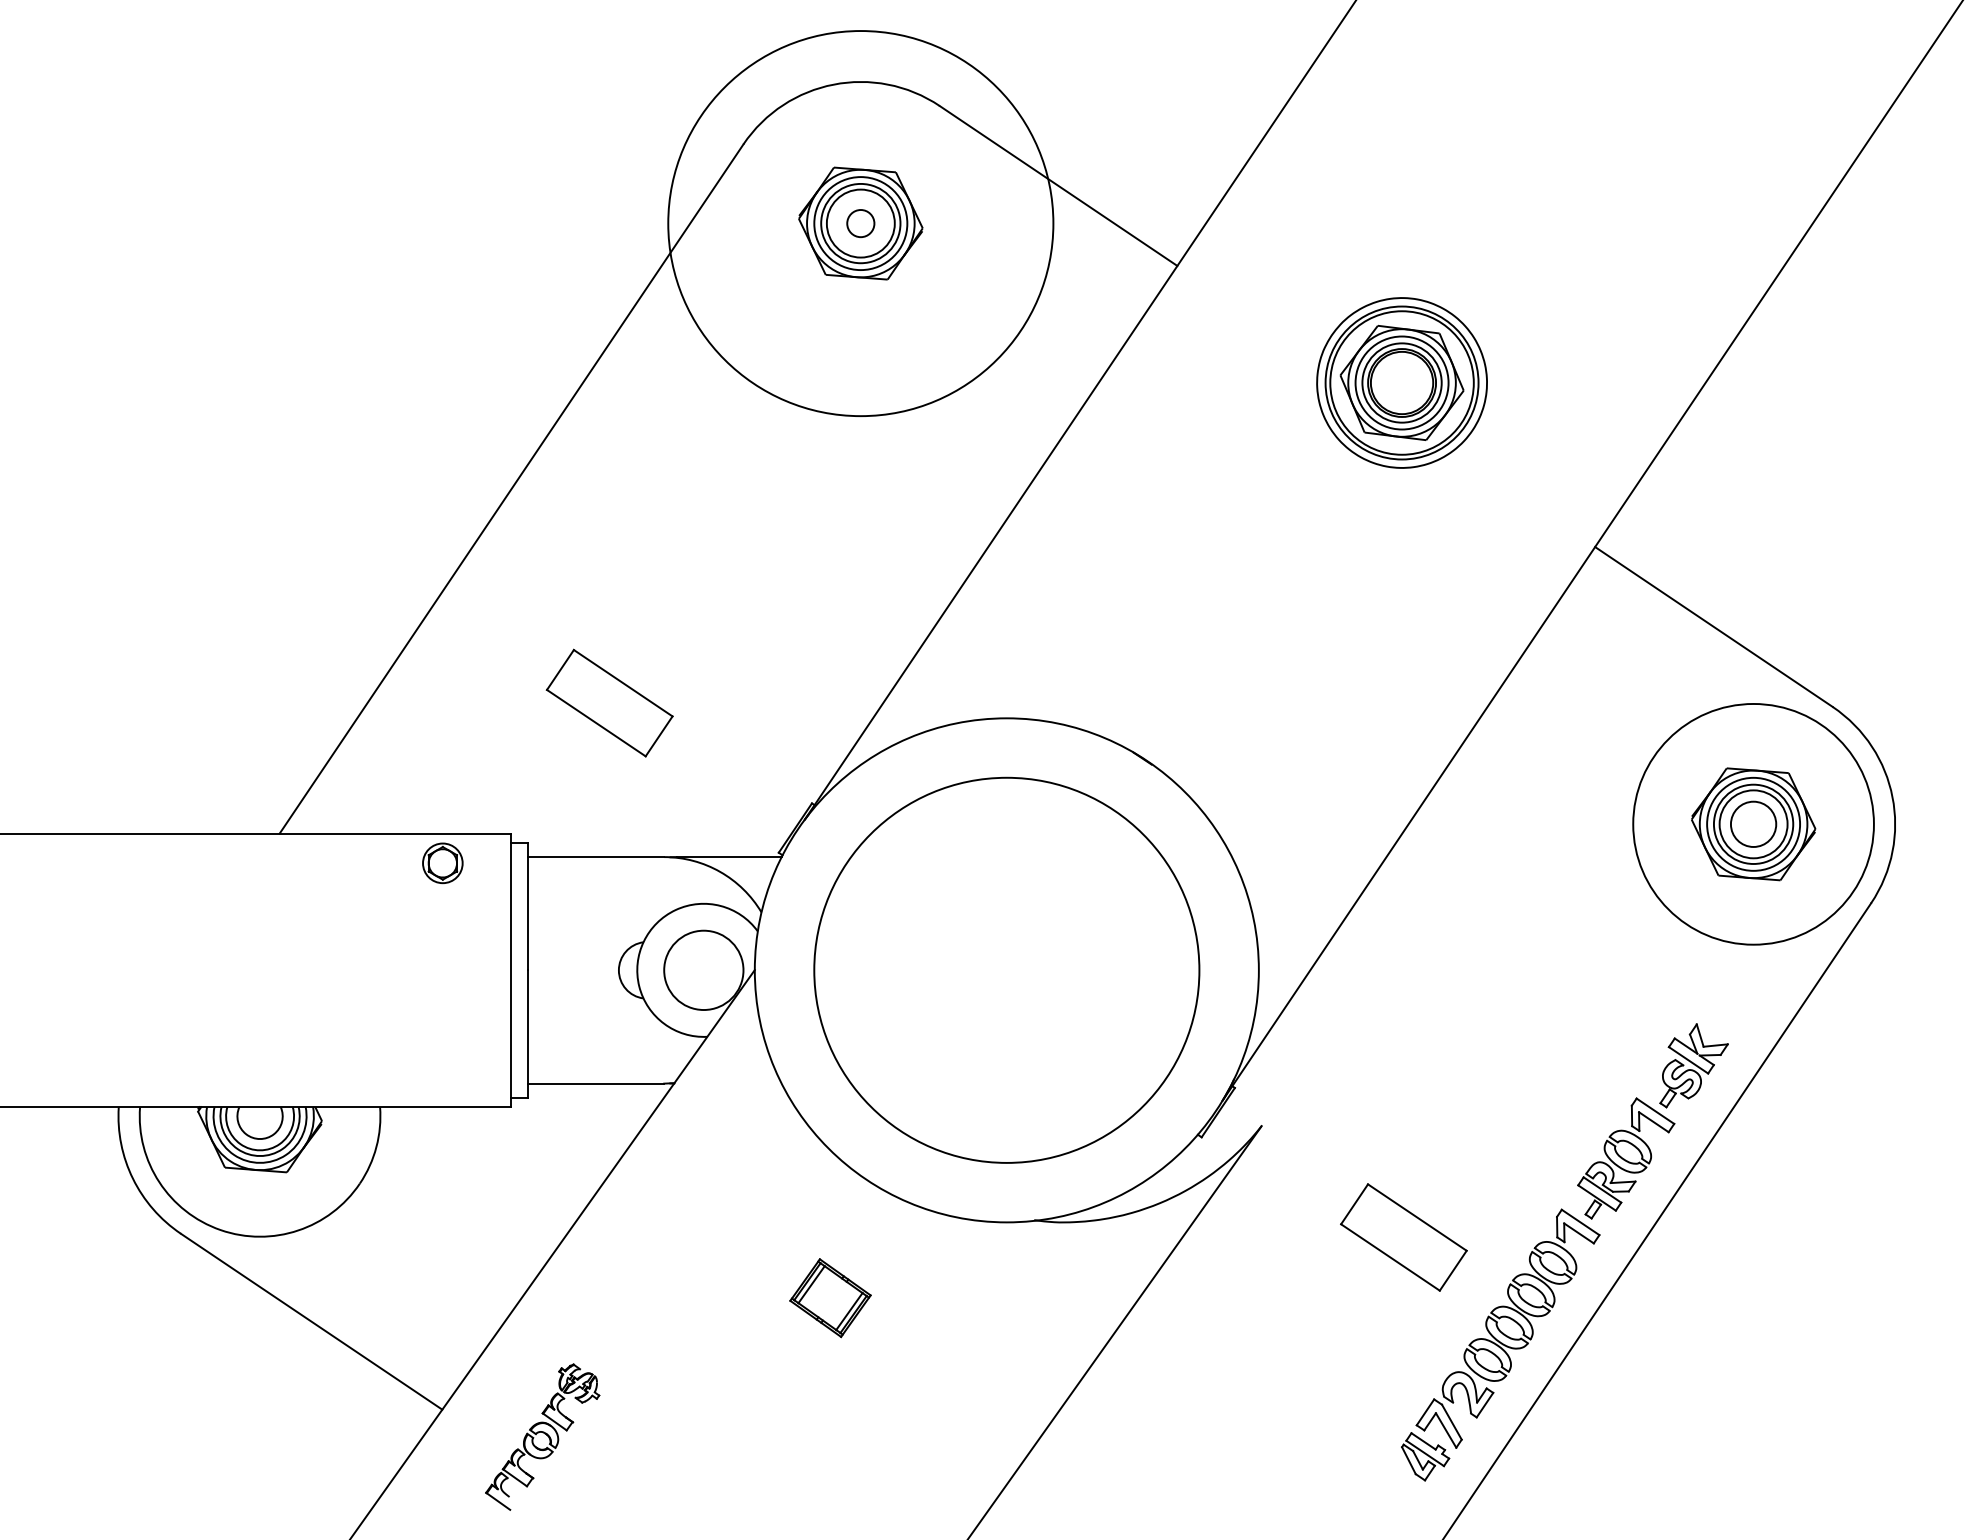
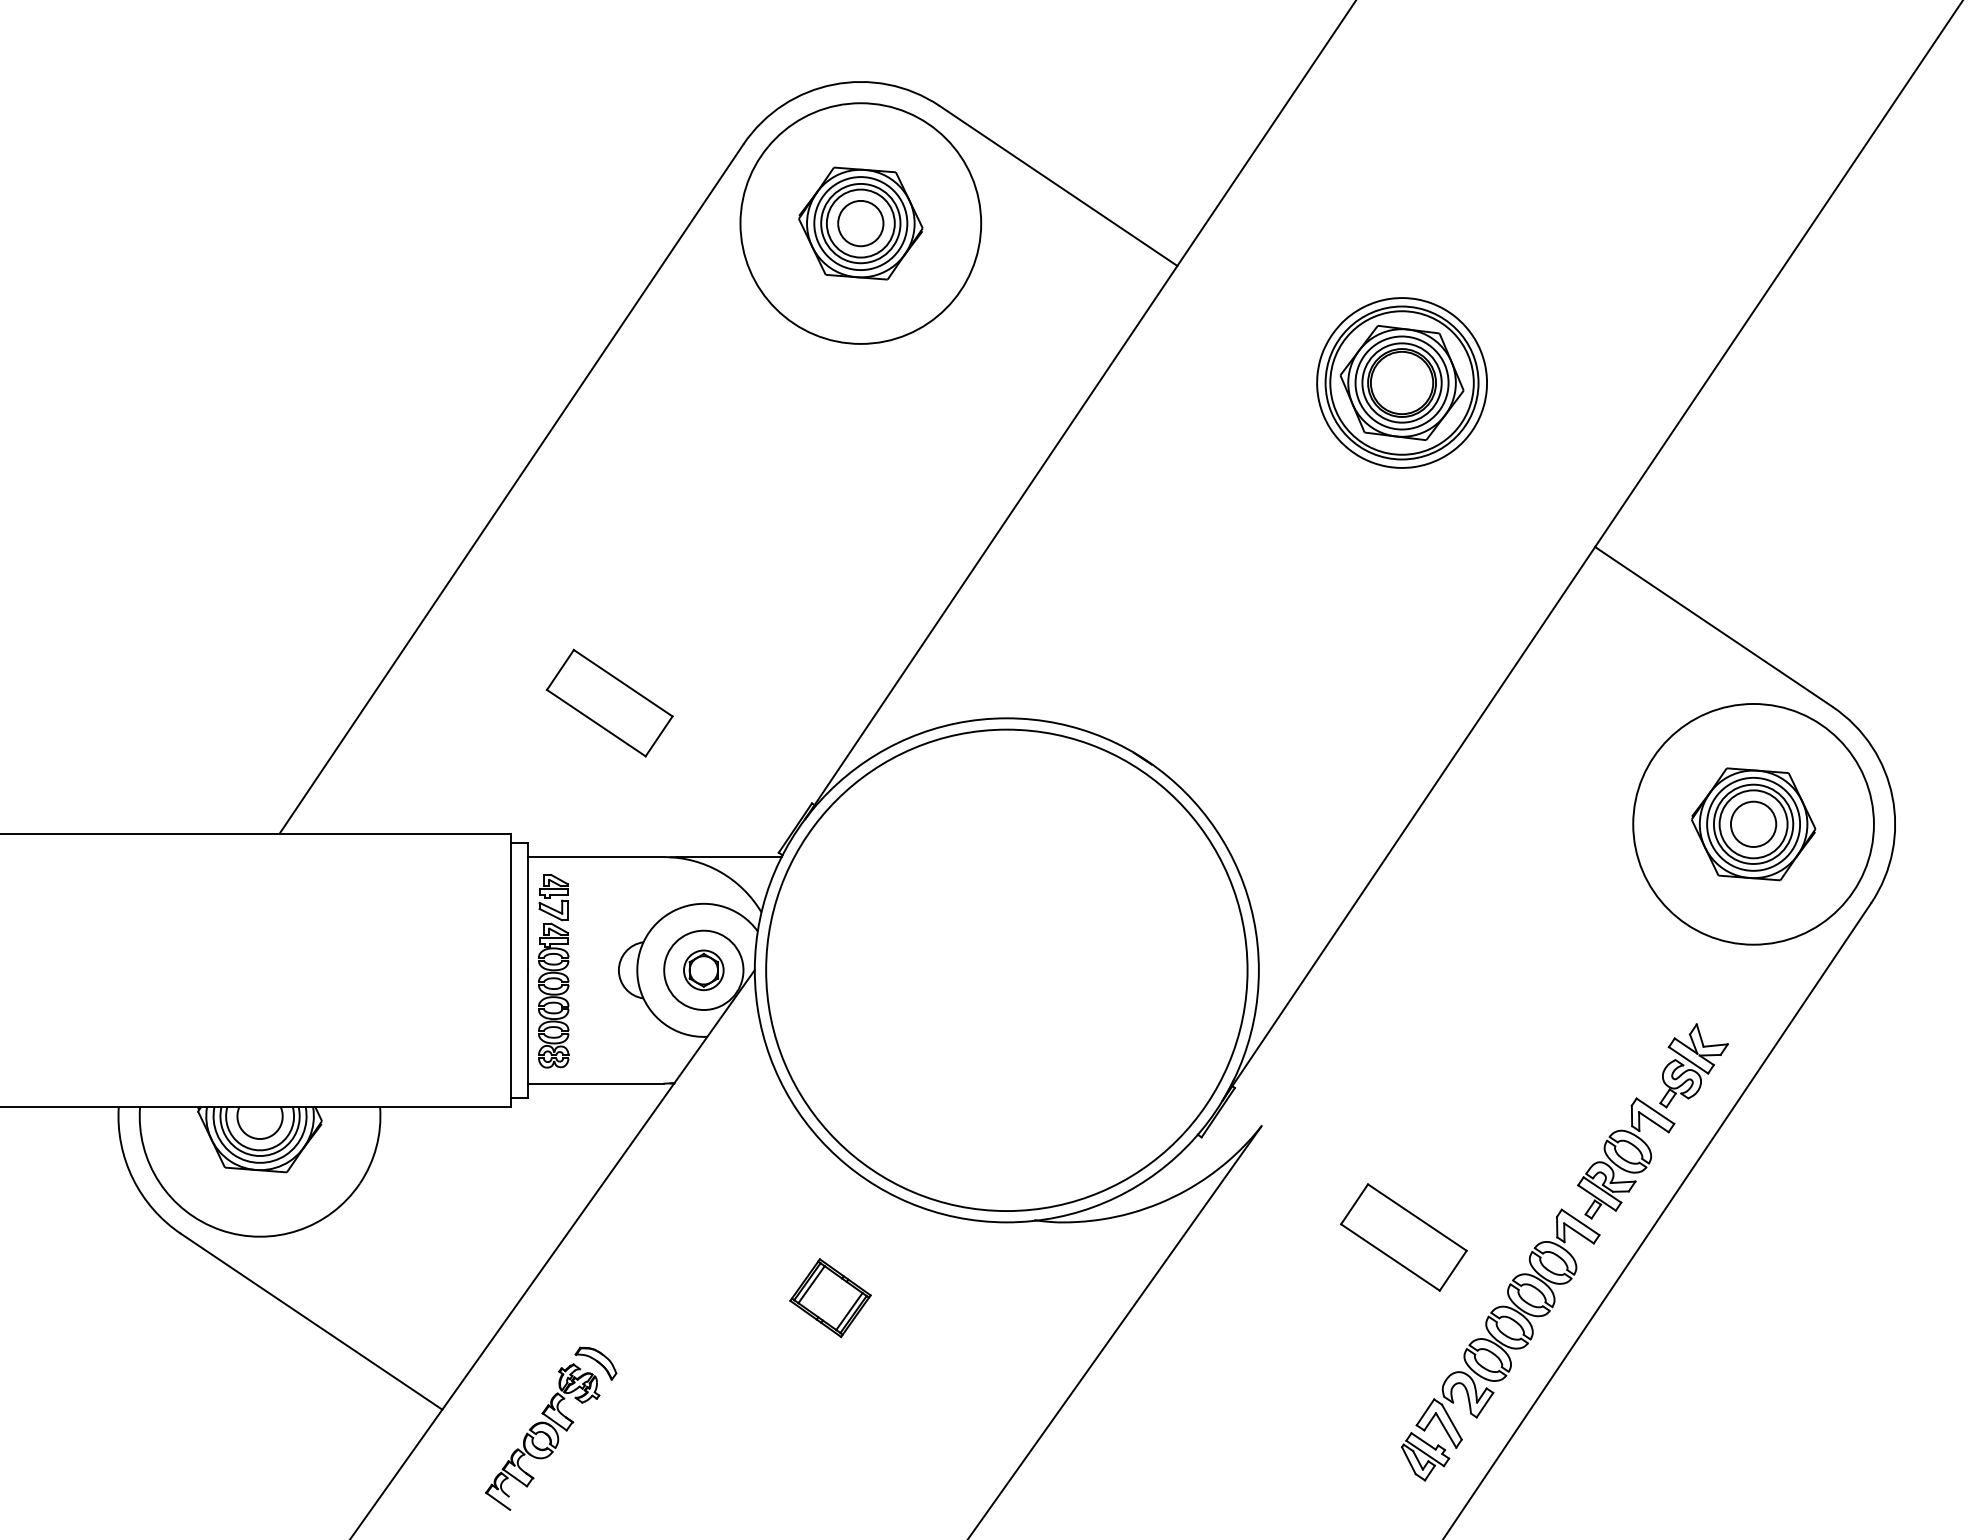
circle at (860, 223) diameter: 27 px -> 45 px
circle at (860, 223) diameter: 385 px -> 241 px
part at (442, 863) position: (442, 863) -> (703, 970)
circle at (1006, 969) diameter: 385 px -> 481 px
part at (553, 971): none -> present
part at (595, 1363): none -> present
